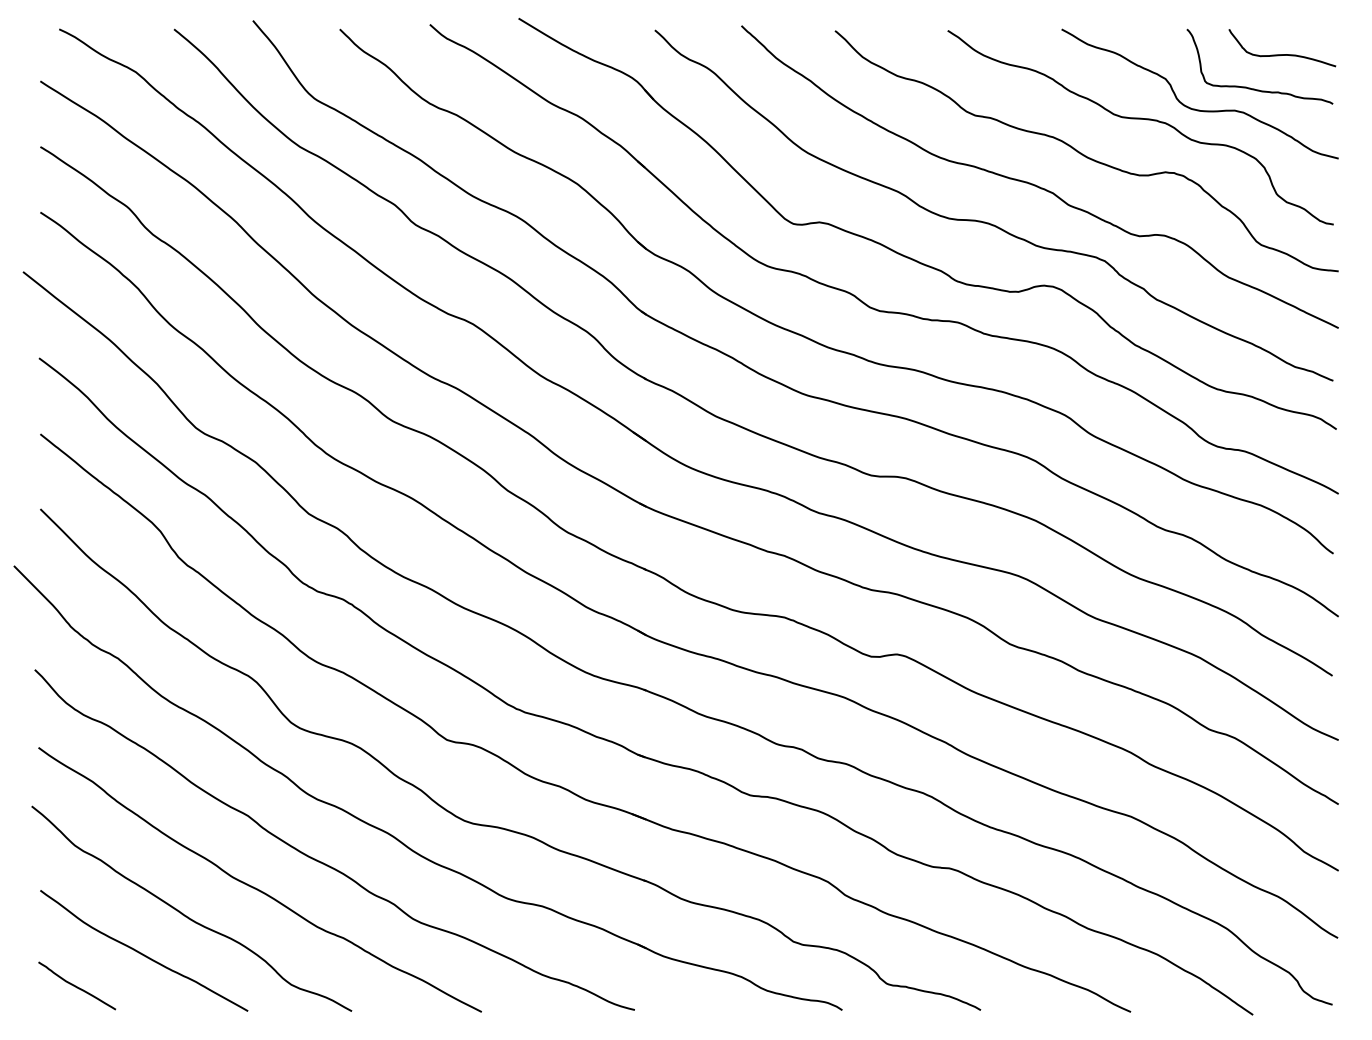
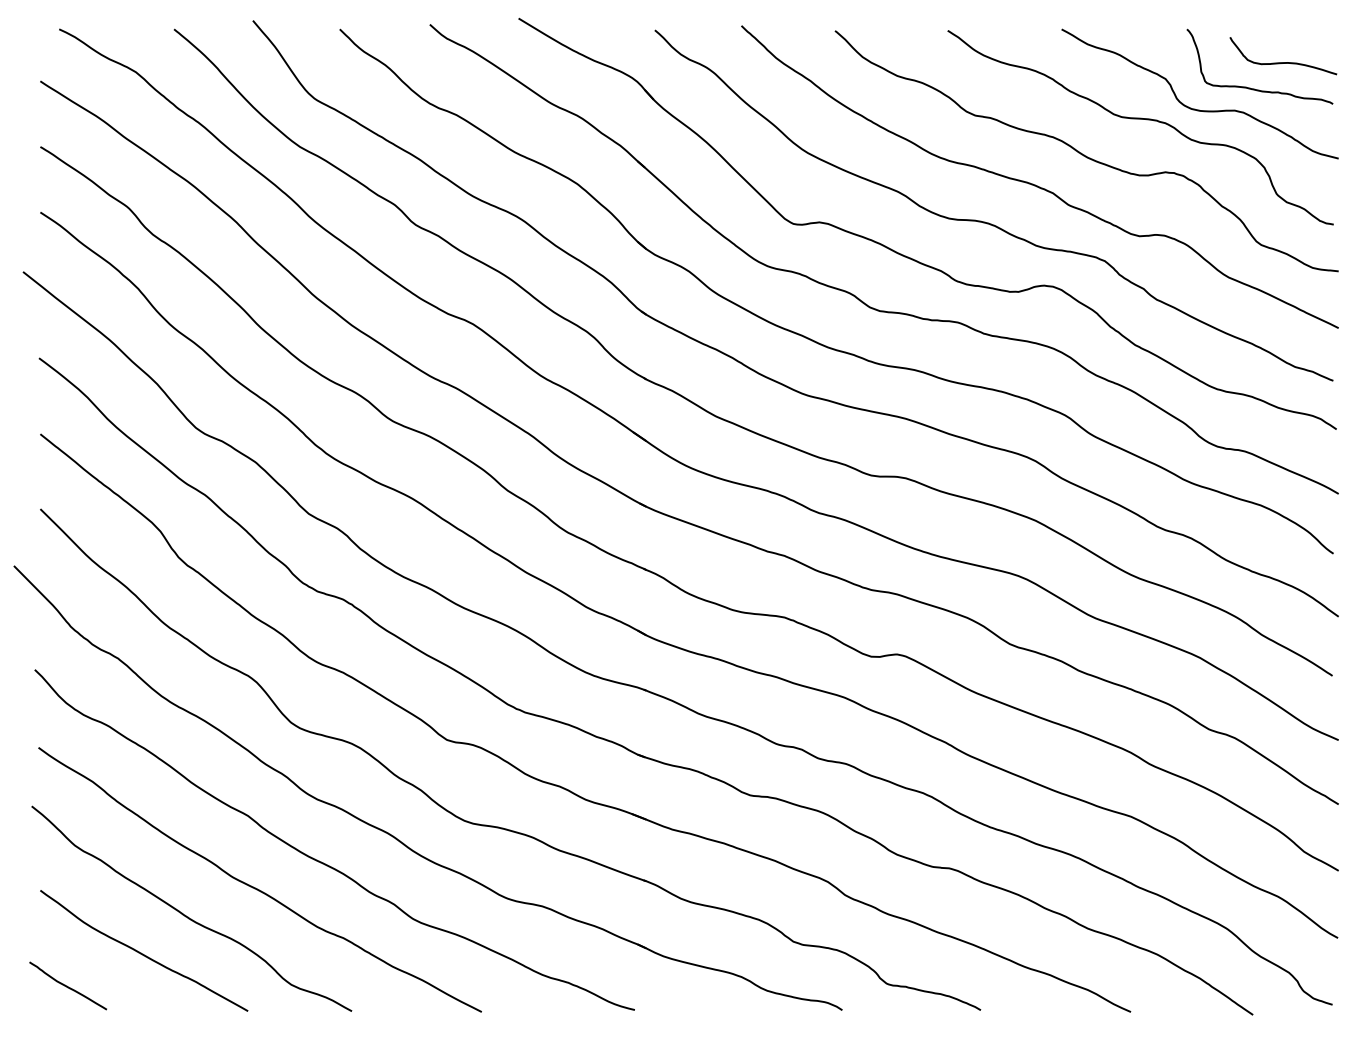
curve at (1282, 54) position: (1282, 54) -> (1283, 62)
curve at (76, 985) position: (76, 985) -> (67, 985)
